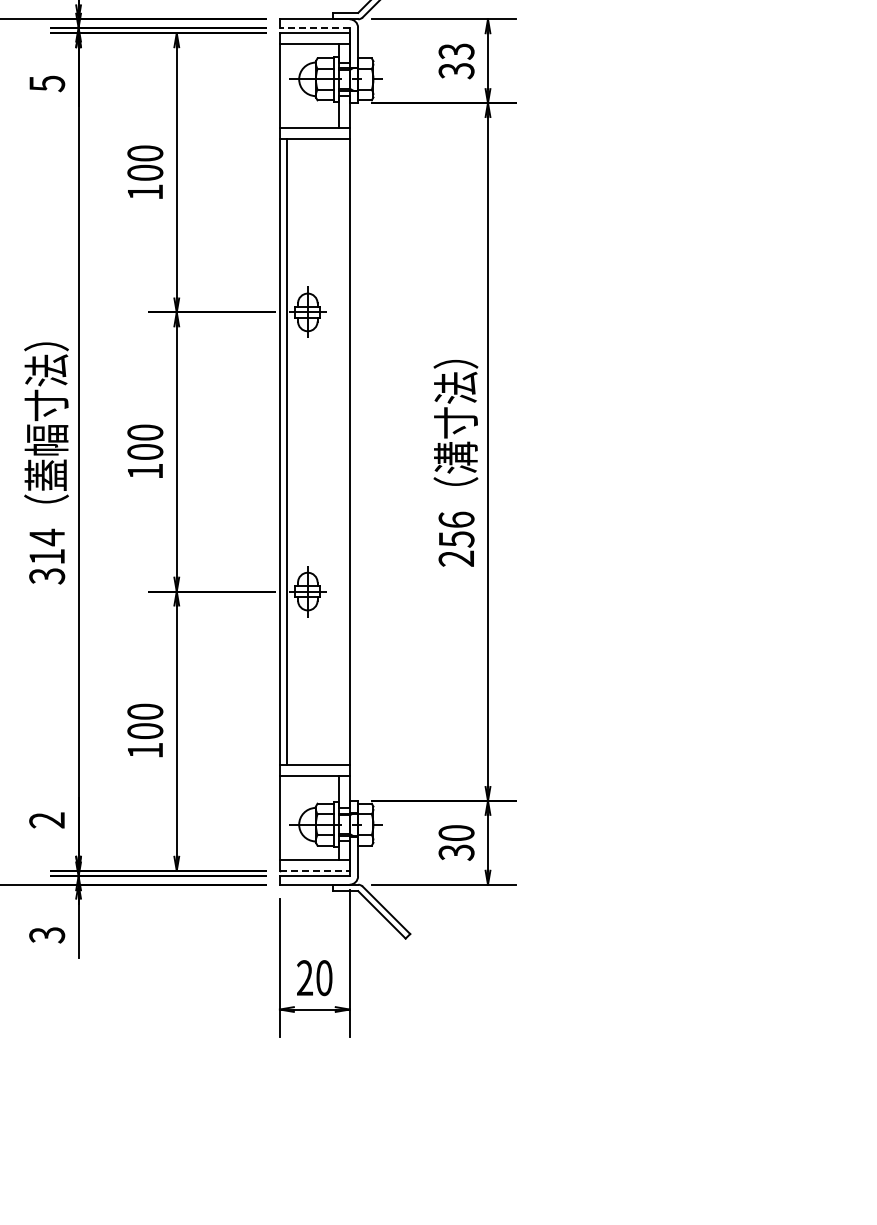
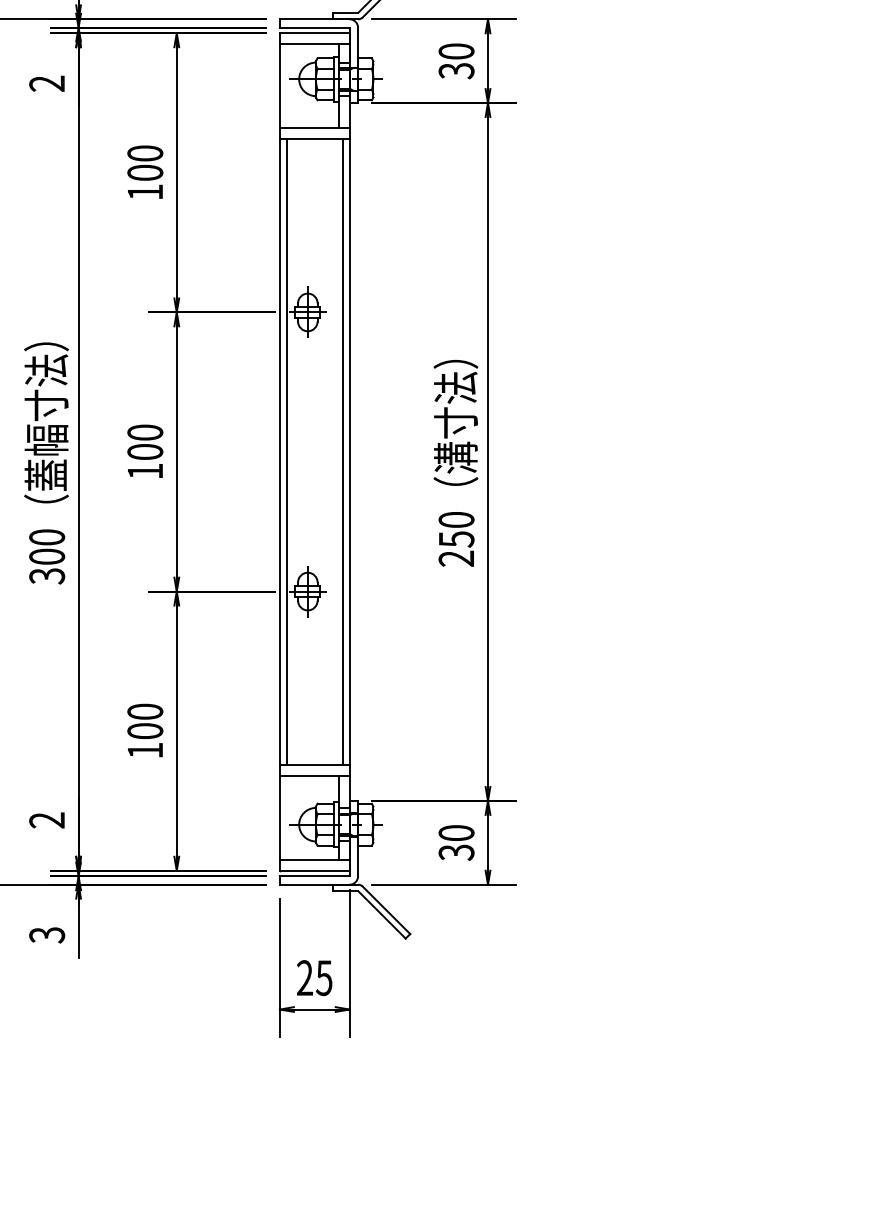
line at (314, 27): dashed -> solid
text at (456, 51): 33 -> 30
text at (47, 83): 5 -> 2
line at (342, 451): none -> present
text at (456, 519): 256 -> 250
text at (47, 546): 314 -> 300
line at (314, 870): dashed -> solid
text at (324, 977): 20 -> 25
